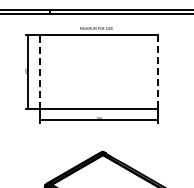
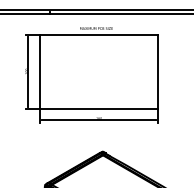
line at (40, 71): dashed -> solid
line at (157, 71): dashed -> solid
